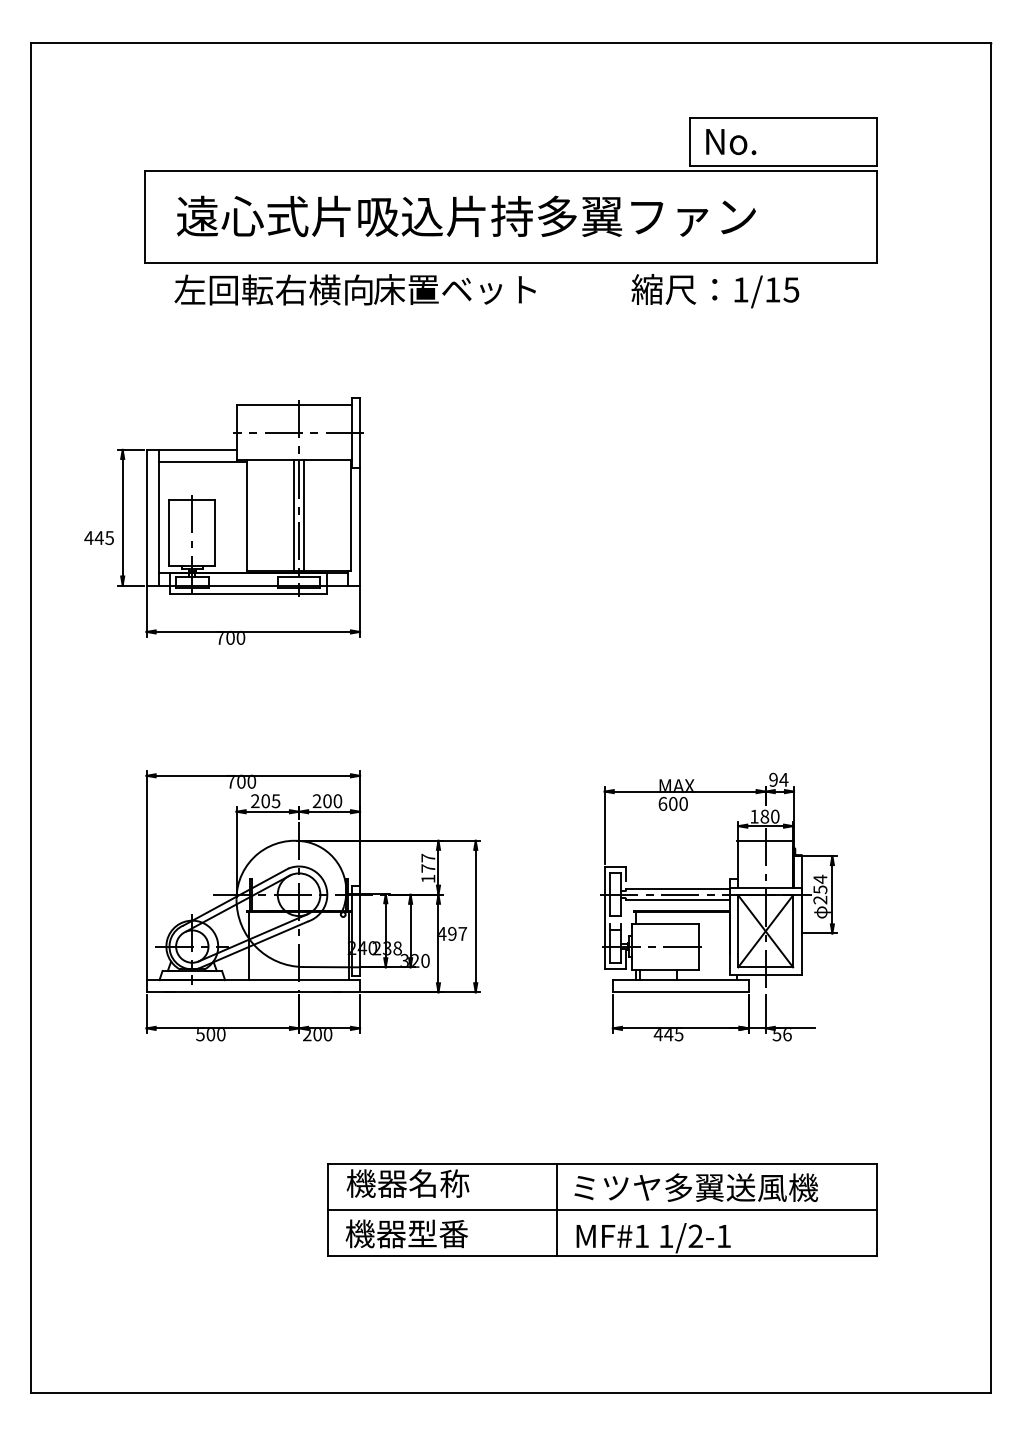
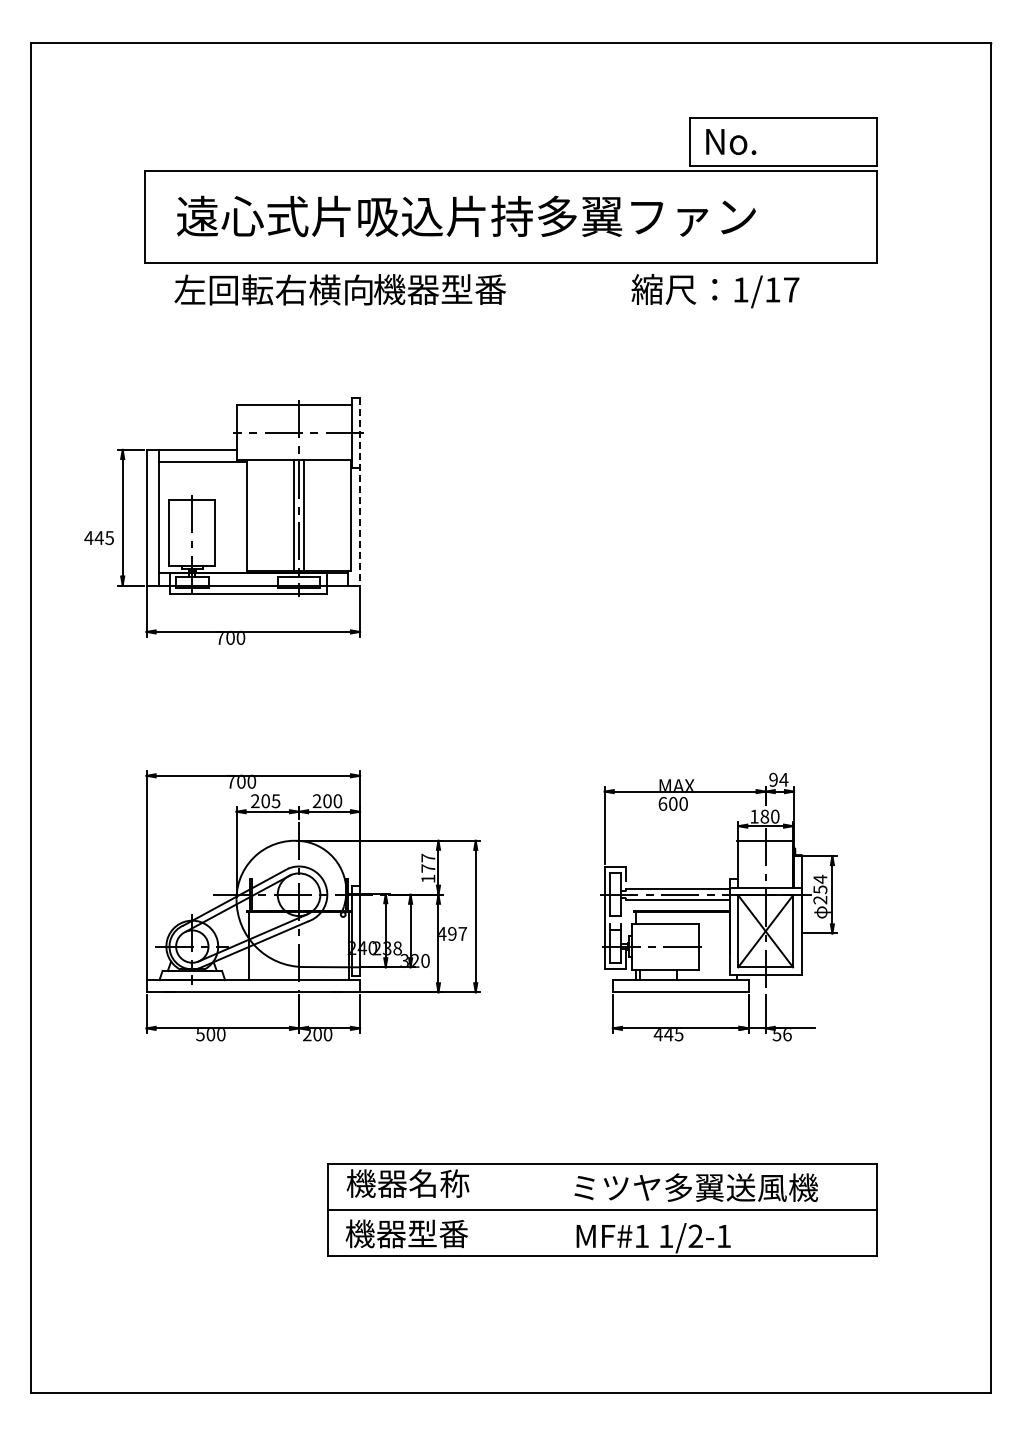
text at (454, 289): 床置ベット -> 機器型番
text at (791, 289): 1/15 -> 1/17
line at (360, 491): solid -> dashed
line at (556, 1209): present -> none
